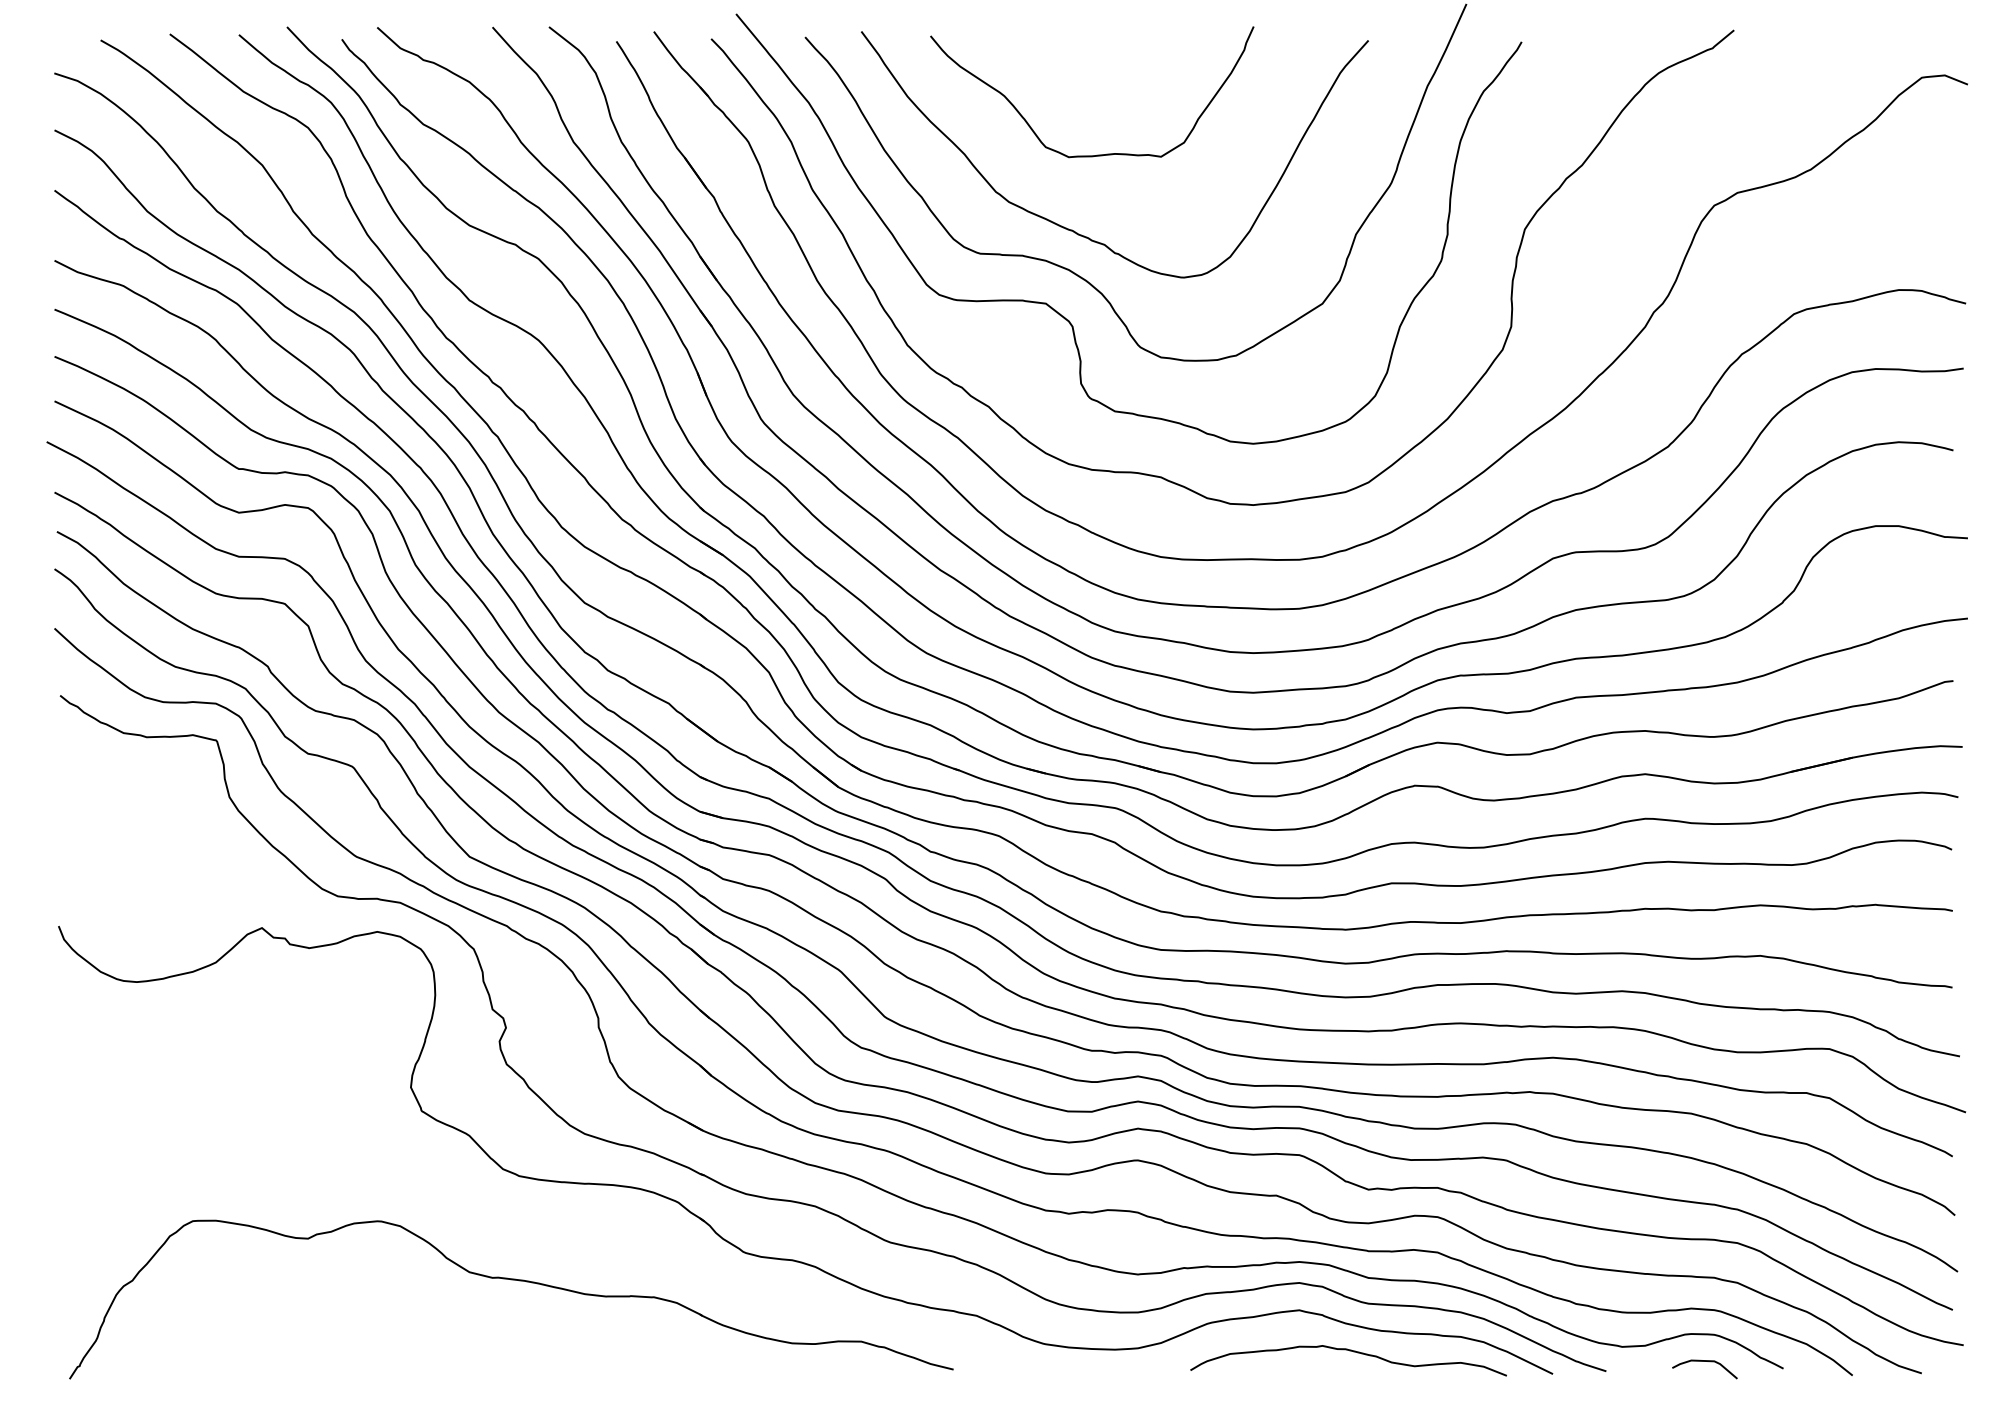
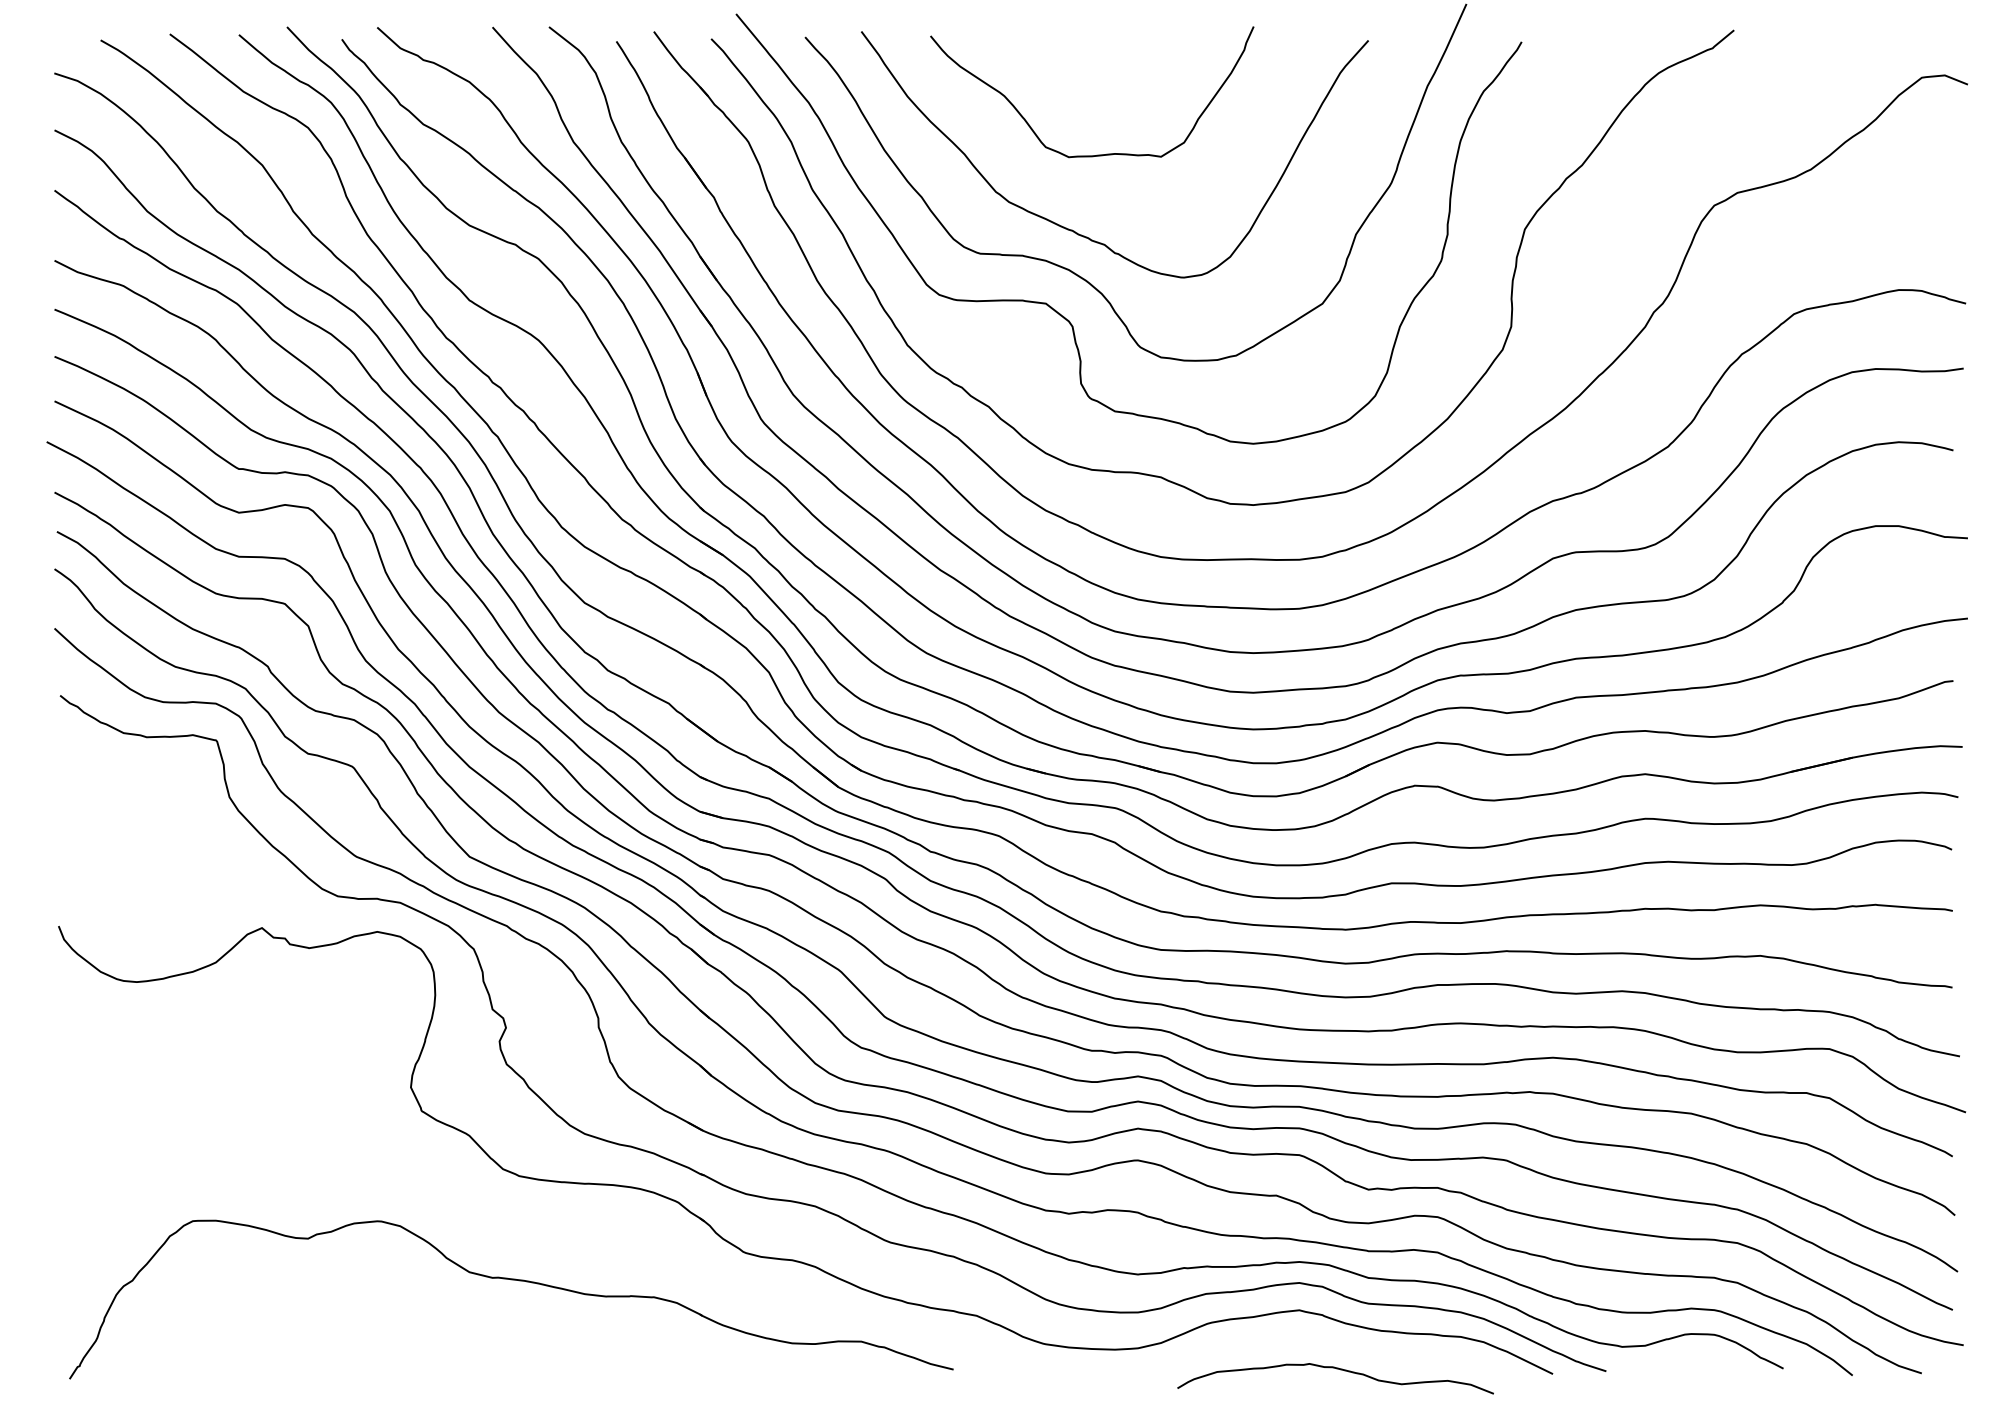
curve at (1349, 1351) position: (1349, 1351) -> (1336, 1369)
curve at (1704, 1361): present -> none
